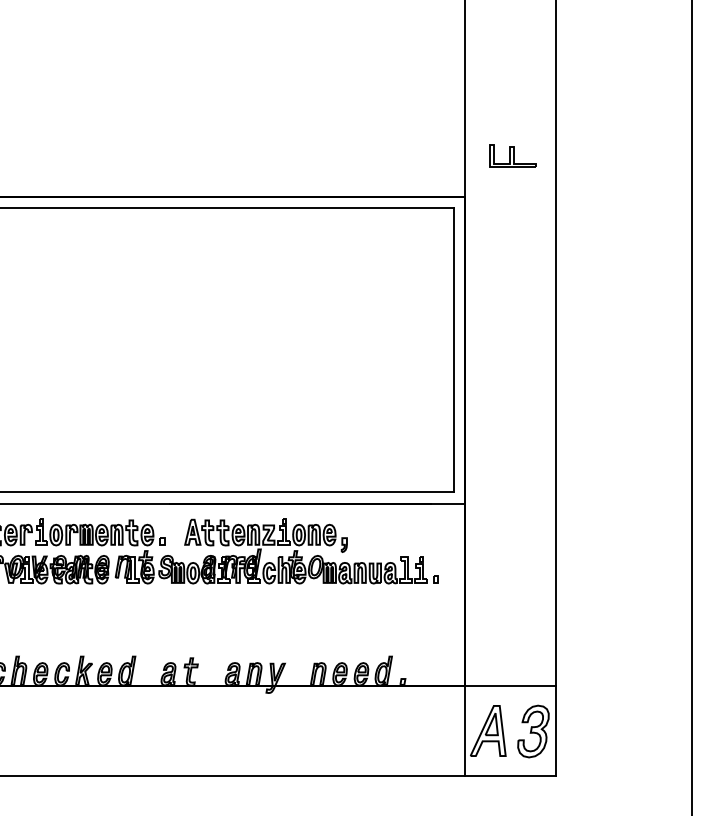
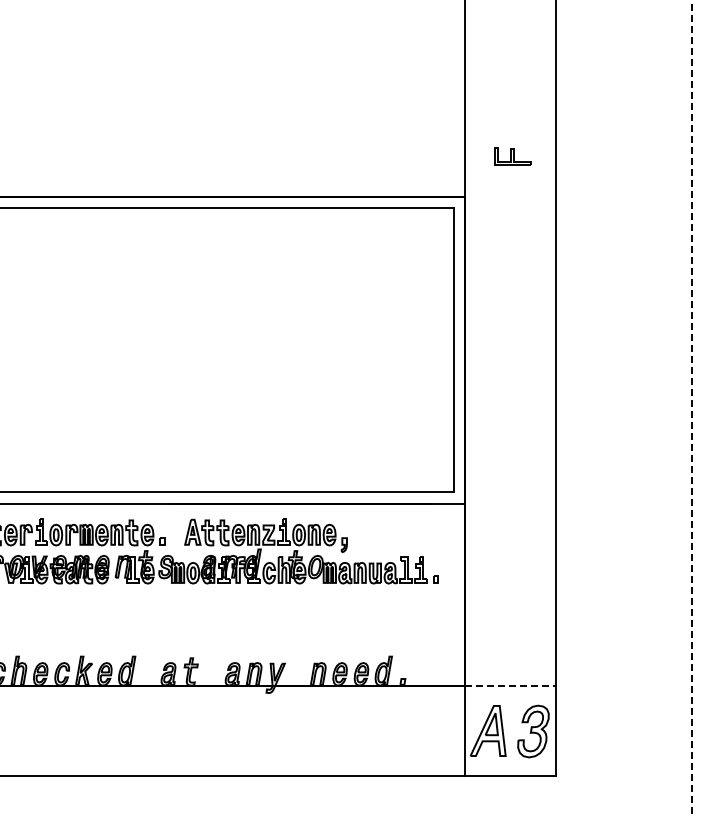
part at (512, 155) size: 48x24 px -> 38x19 px
line at (692, 407): solid -> dashed
line at (511, 685): solid -> dashed
